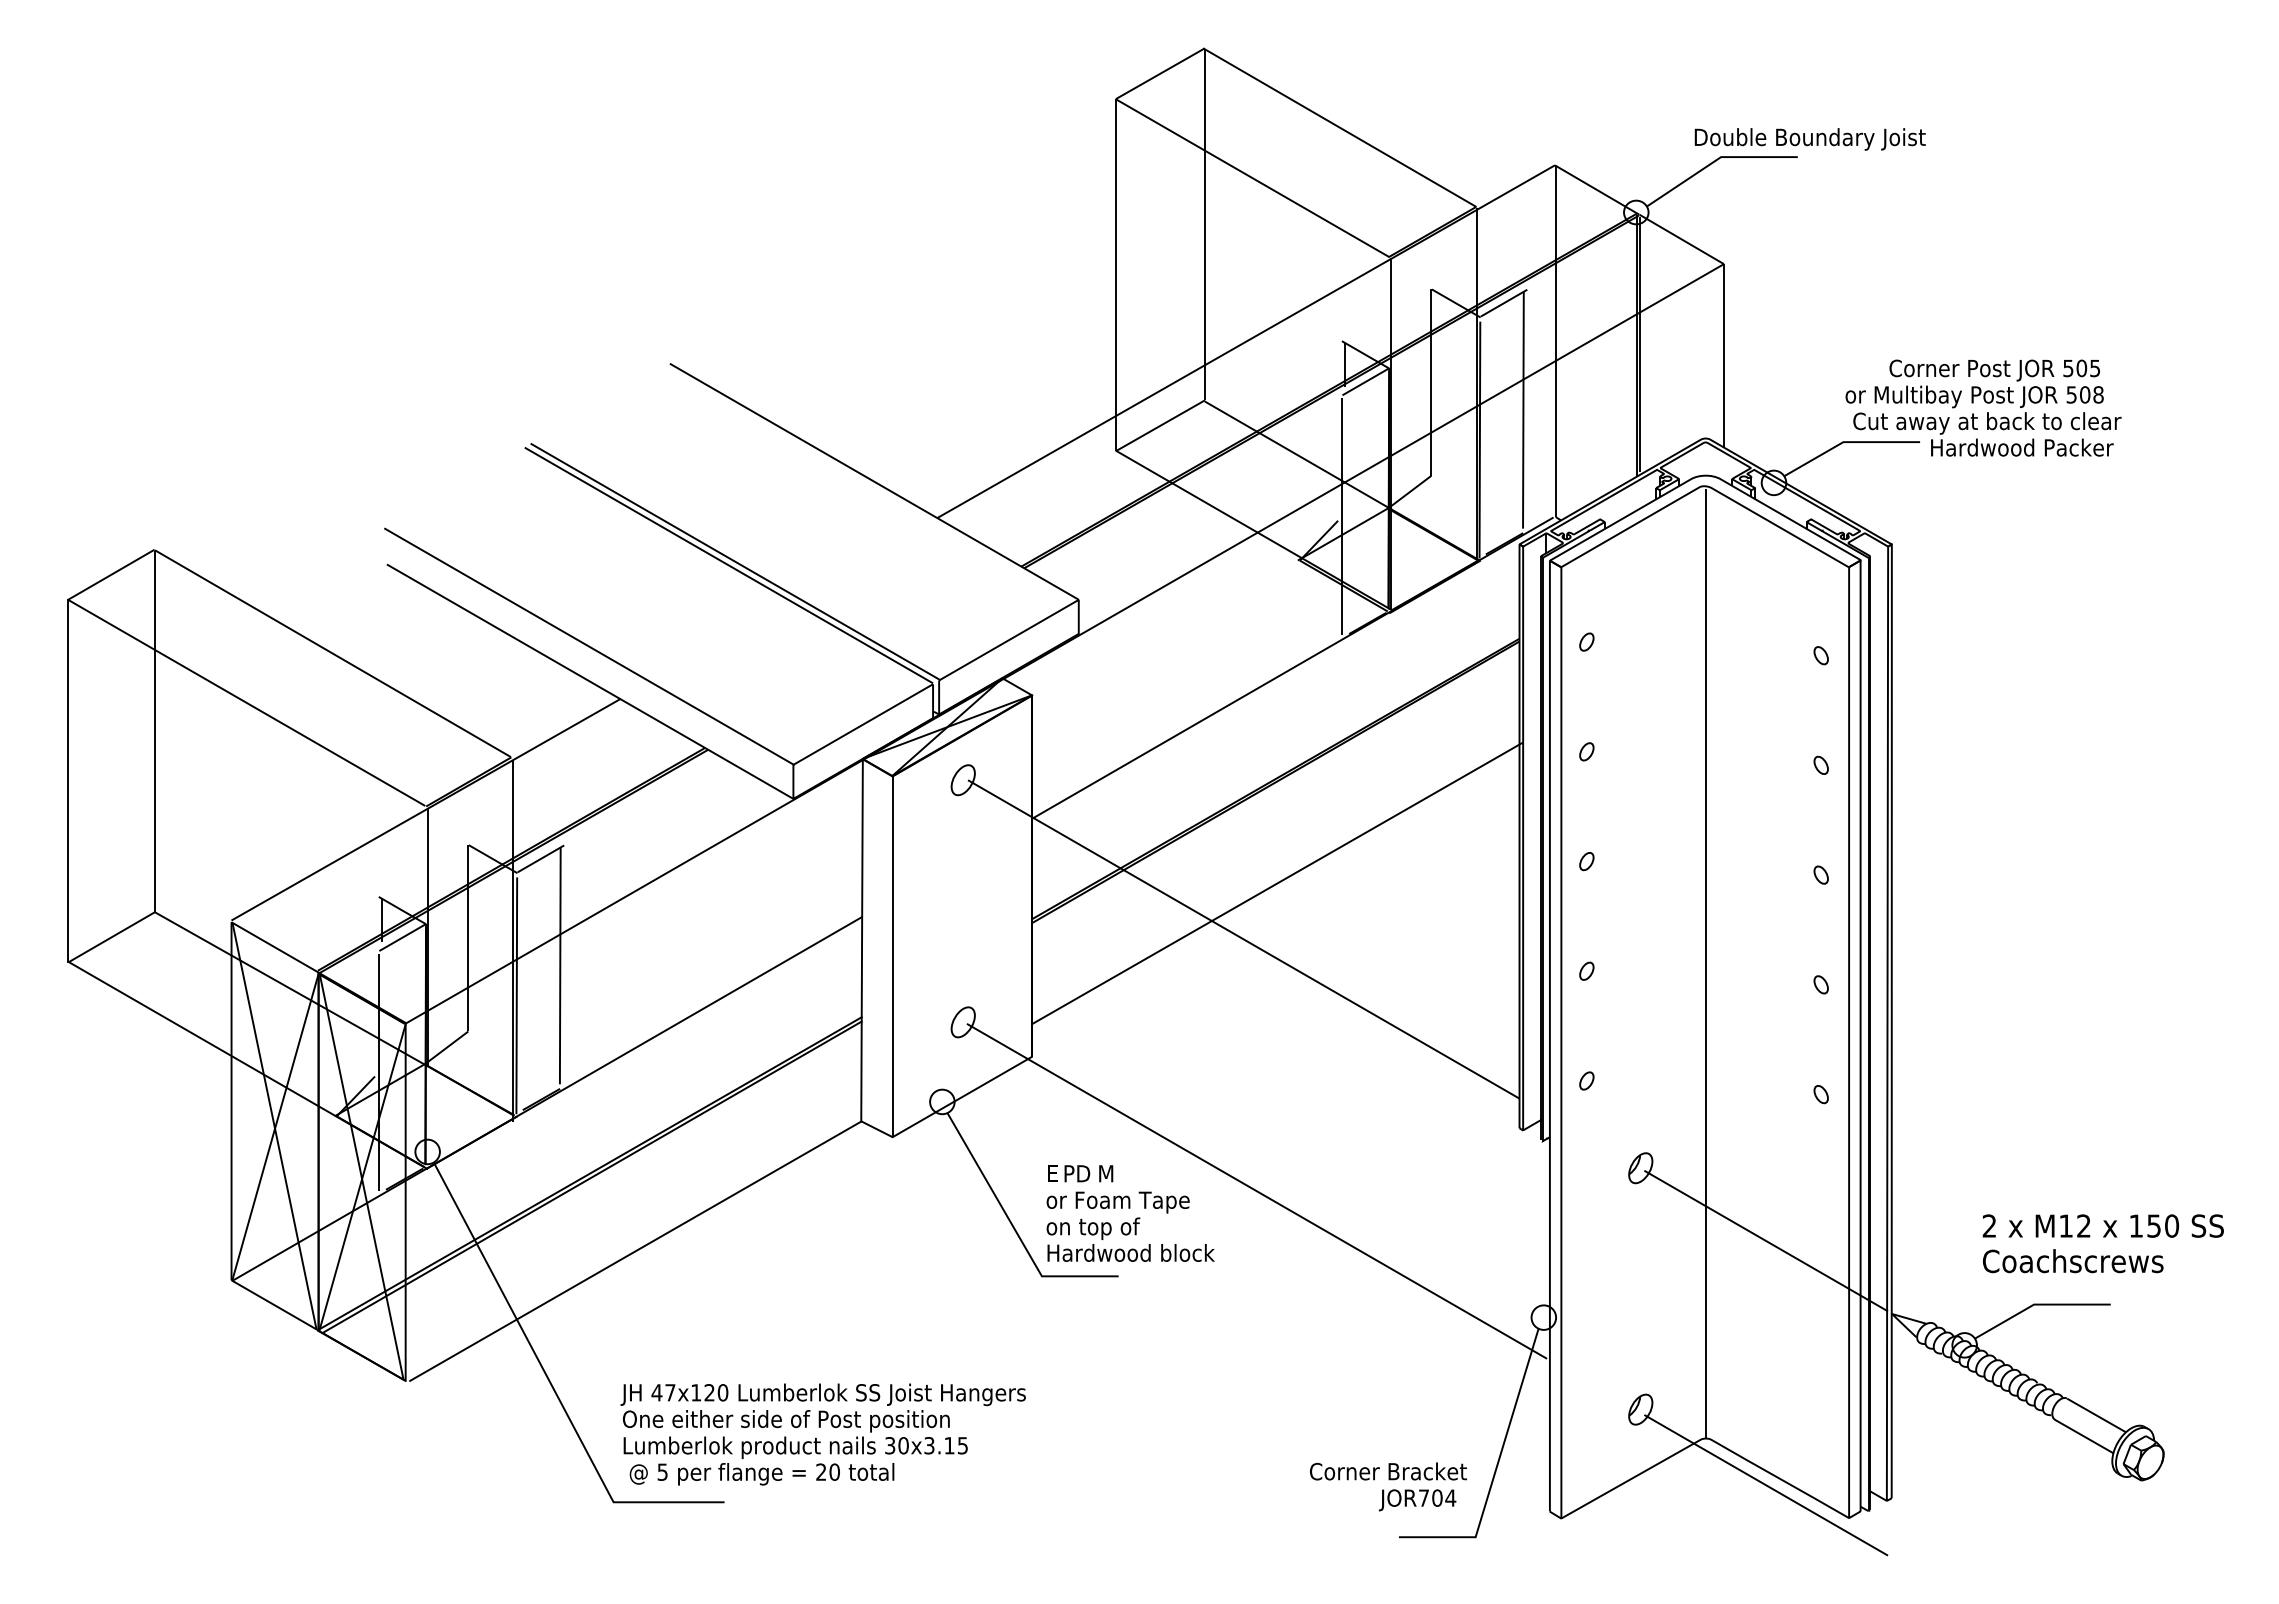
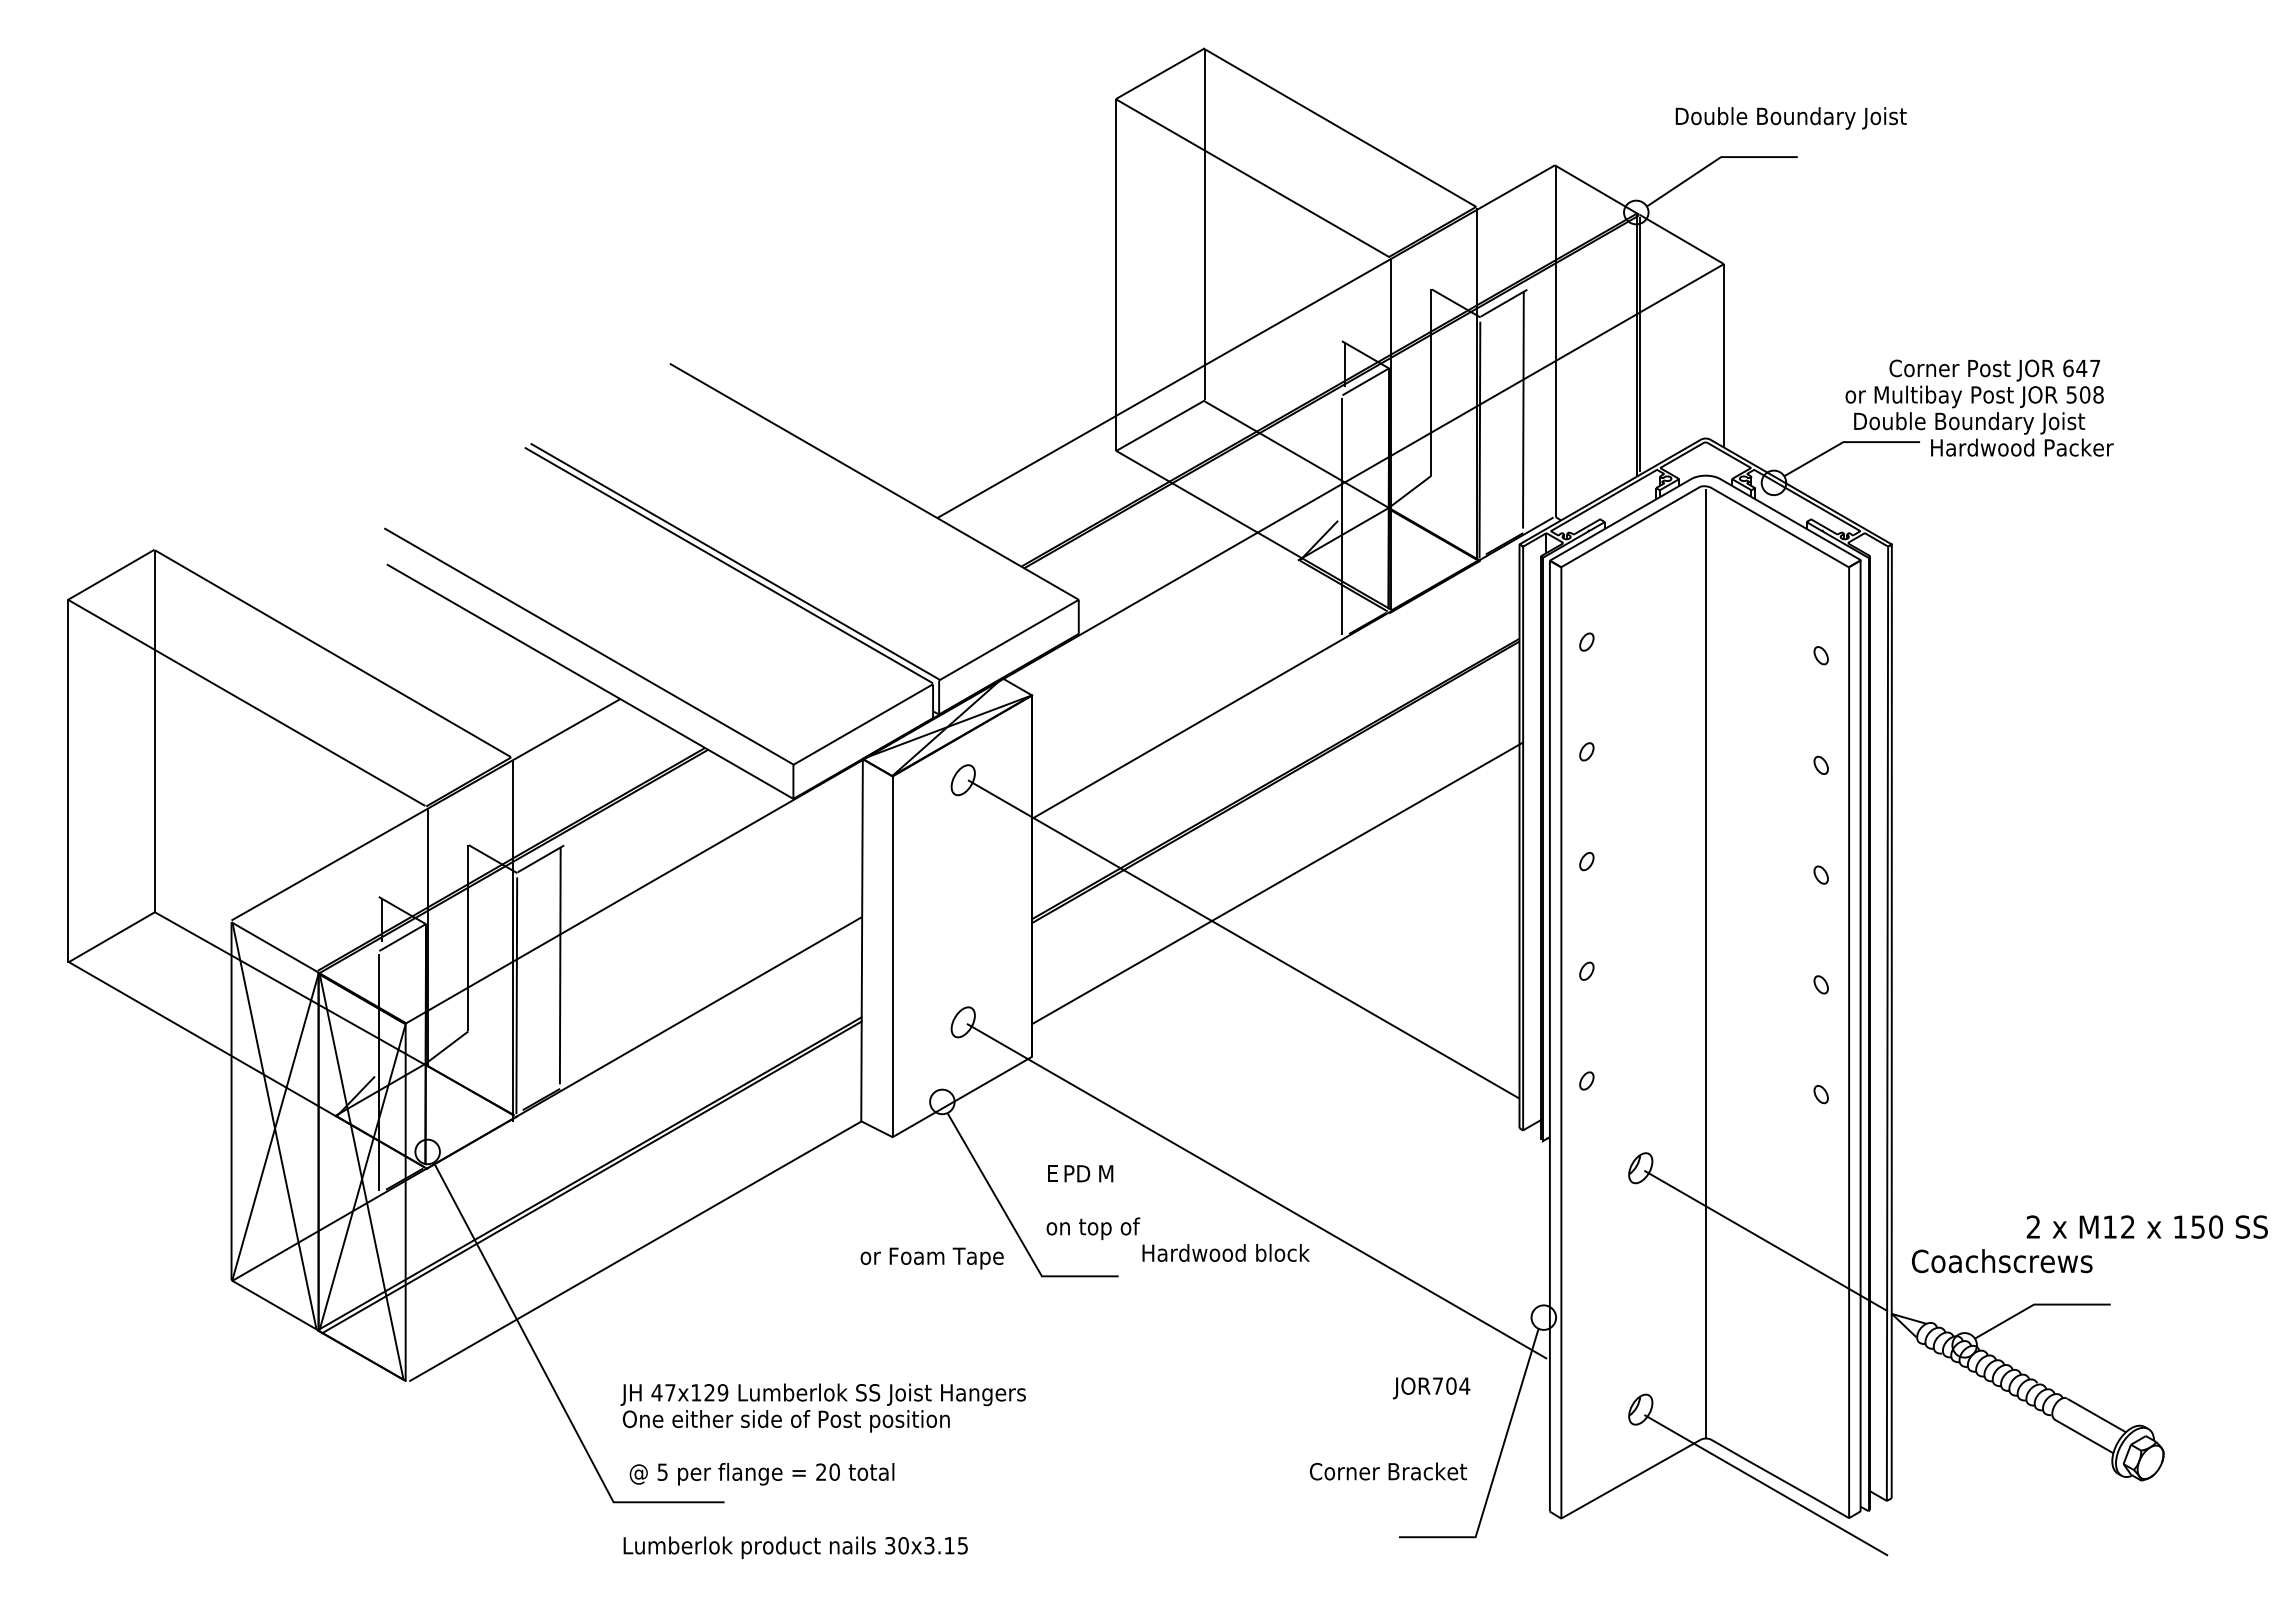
text at (1809, 139) position: (1809, 139) -> (1790, 118)
text at (2081, 368): 505 -> 647
text at (1987, 423): Cut away at back to clear -> Double Boundary Joist
text at (1117, 1202) position: (1117, 1202) -> (931, 1258)
text at (2102, 1225) position: (2102, 1225) -> (2146, 1226)
text at (1130, 1252) position: (1130, 1252) -> (1225, 1252)
text at (2073, 1261) position: (2073, 1261) -> (2002, 1261)
text at (722, 1392): 47x120 -> 47x129
text at (795, 1447) position: (795, 1447) -> (795, 1547)
text at (1417, 1500) position: (1417, 1500) -> (1431, 1388)
